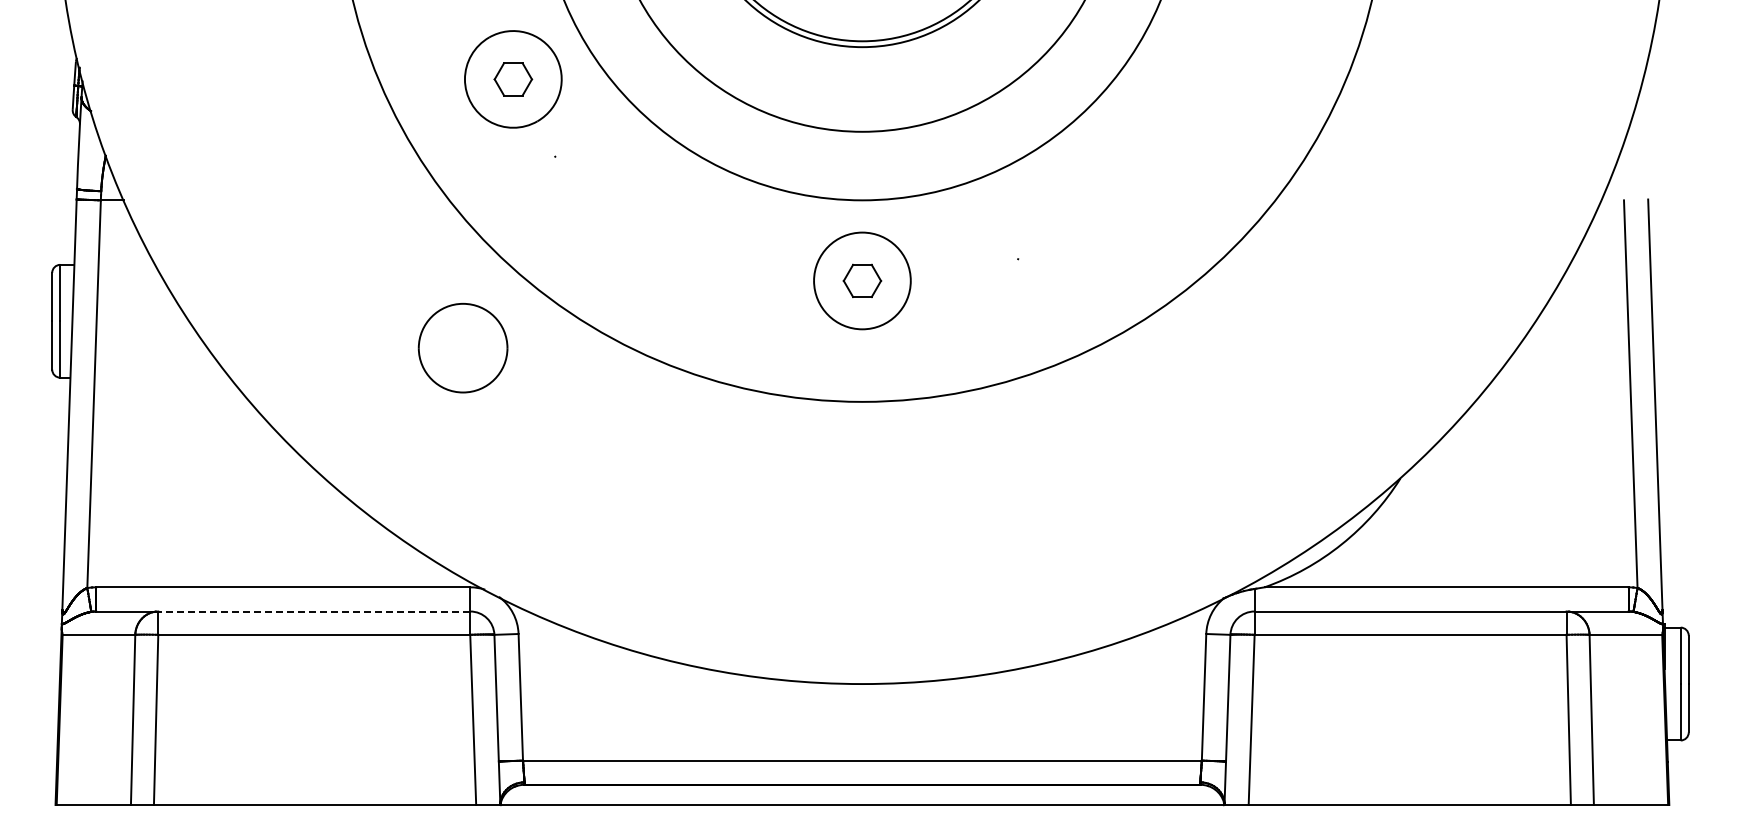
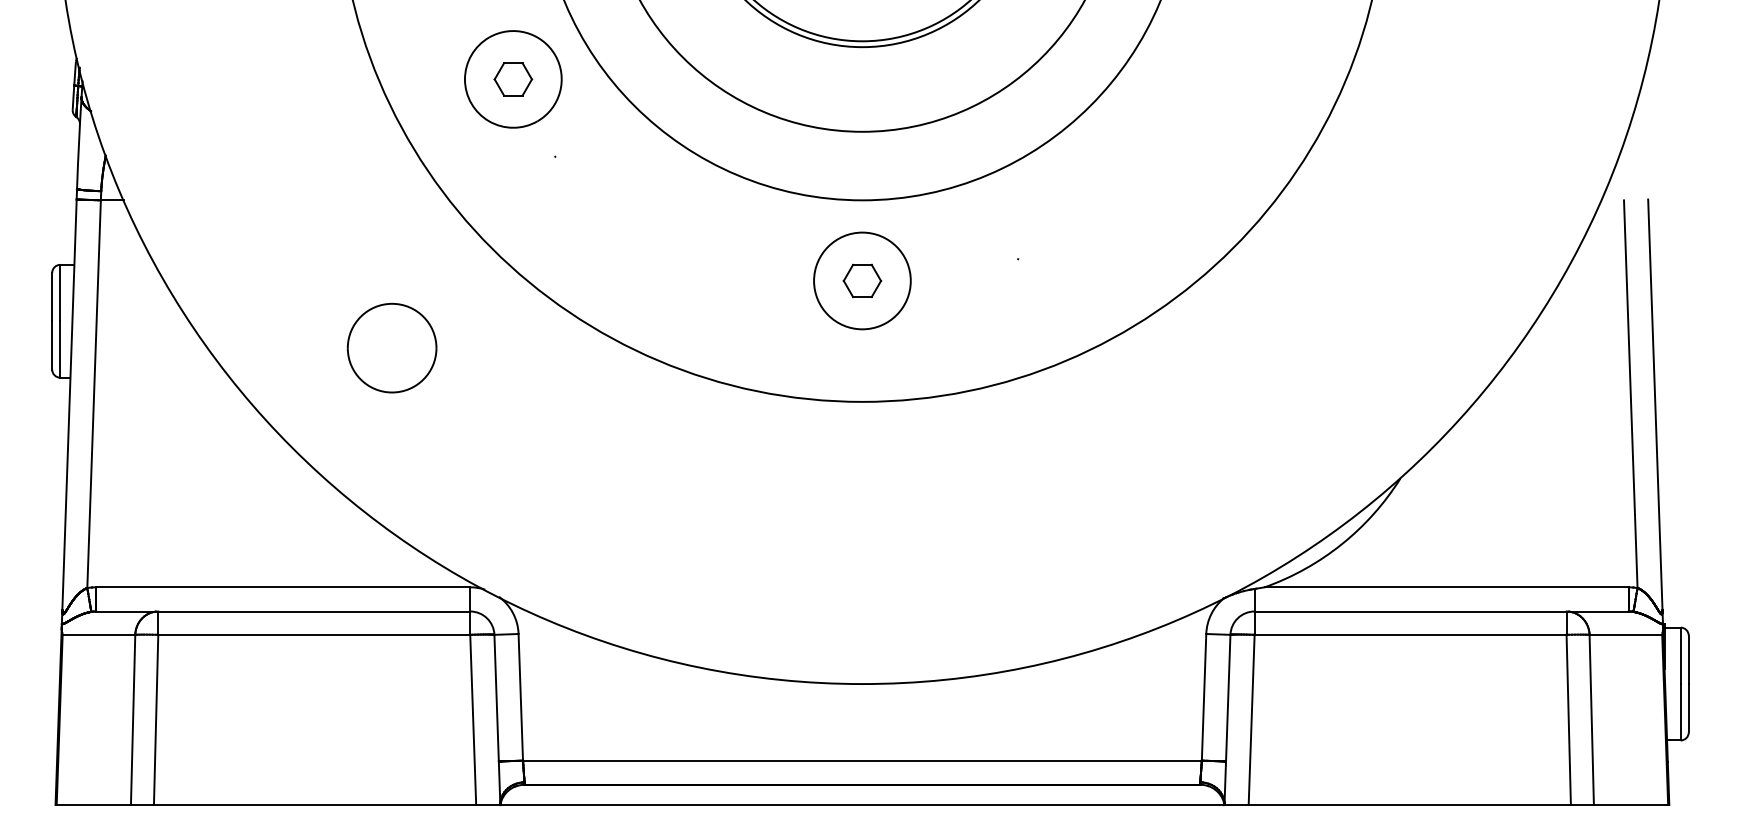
part at (462, 347) position: (462, 347) -> (391, 347)
line at (314, 611): dashed -> solid
